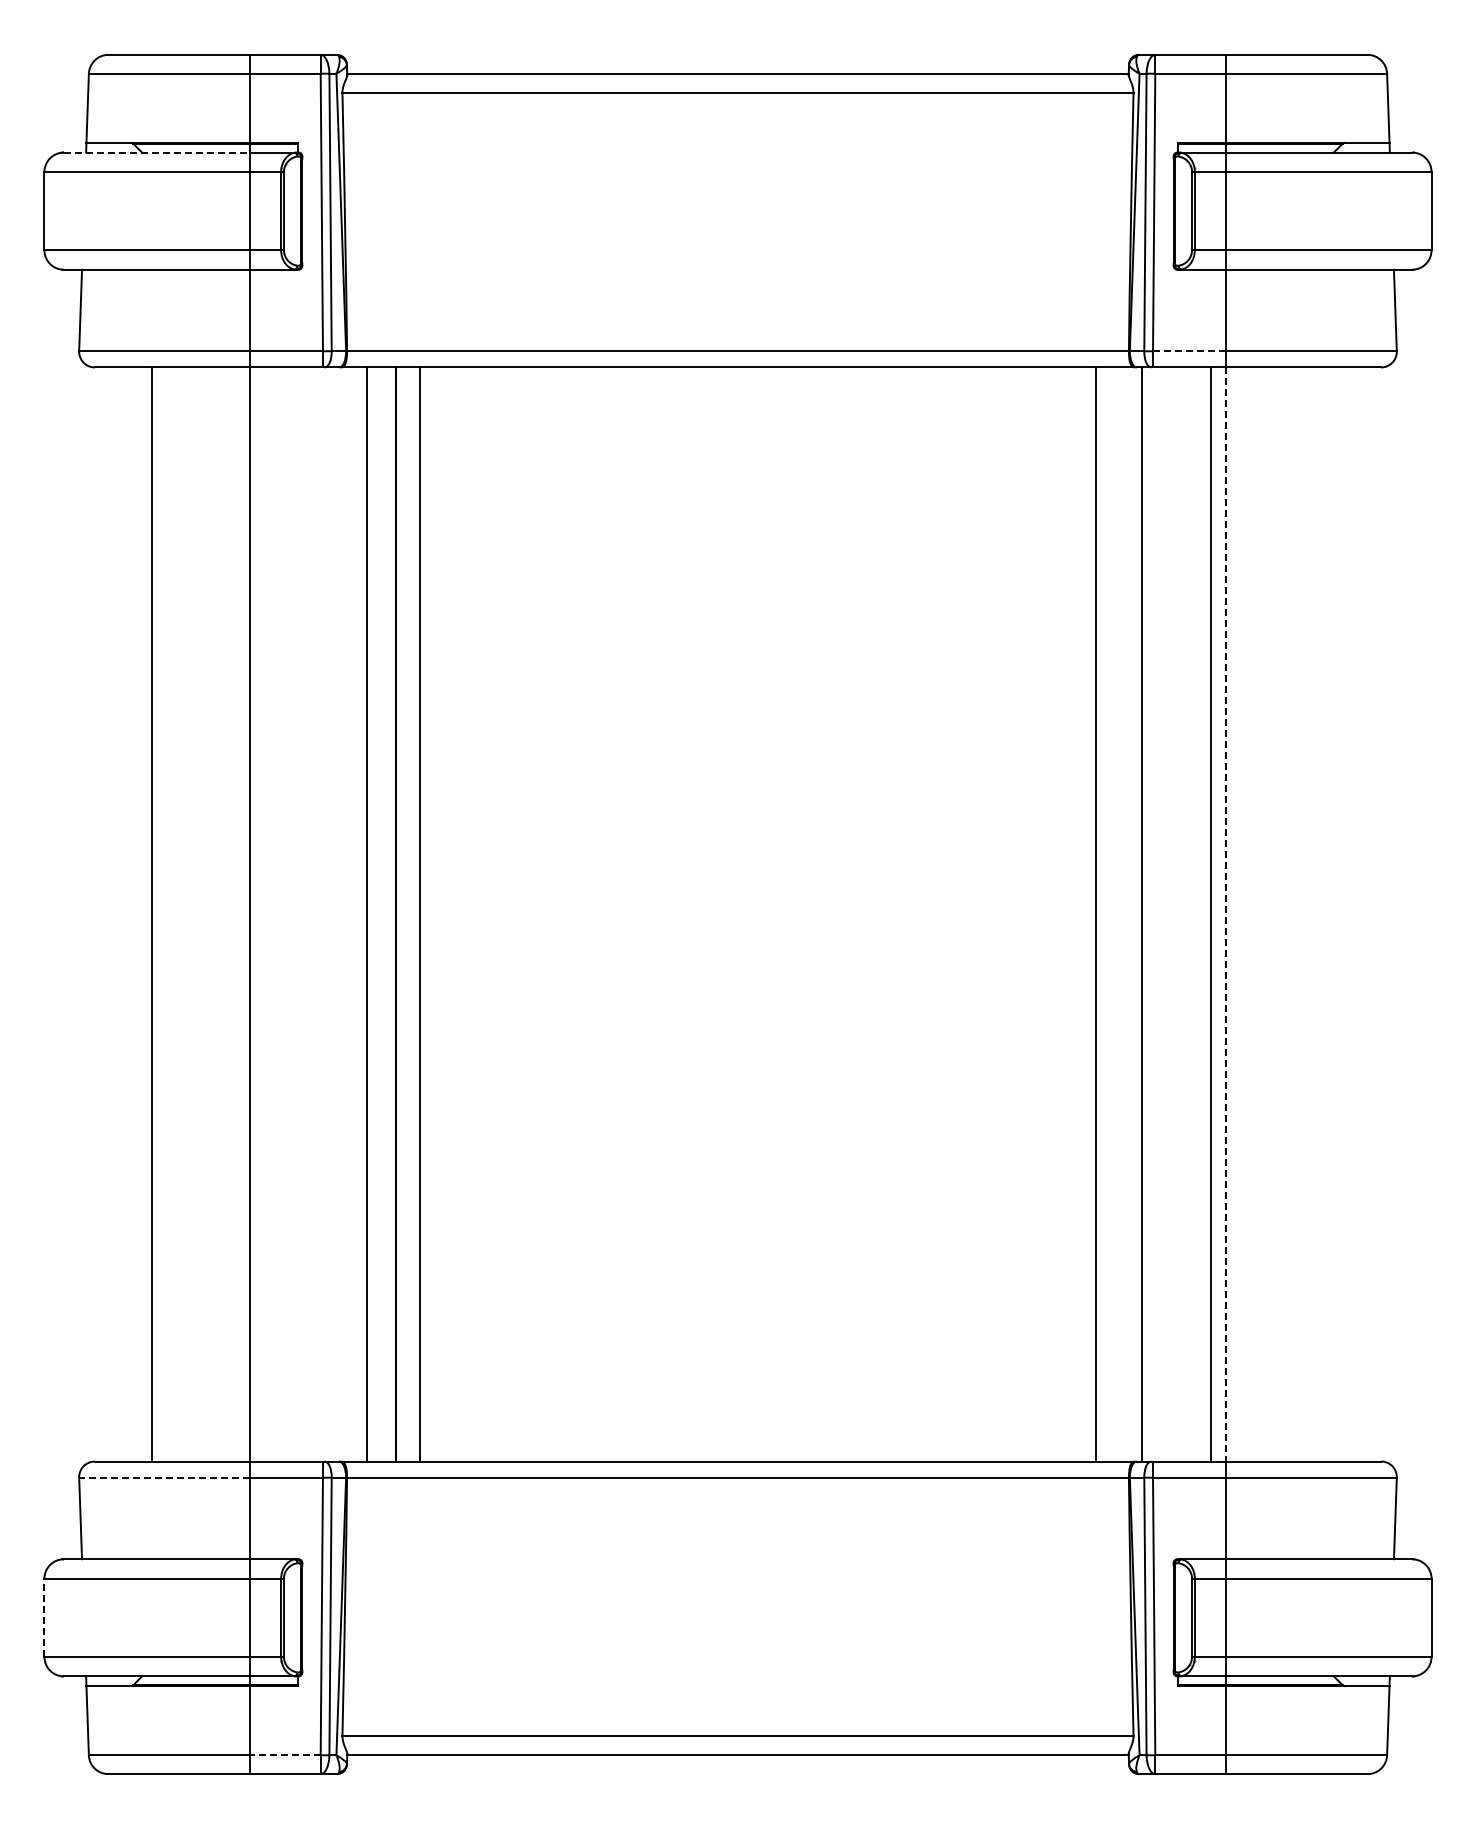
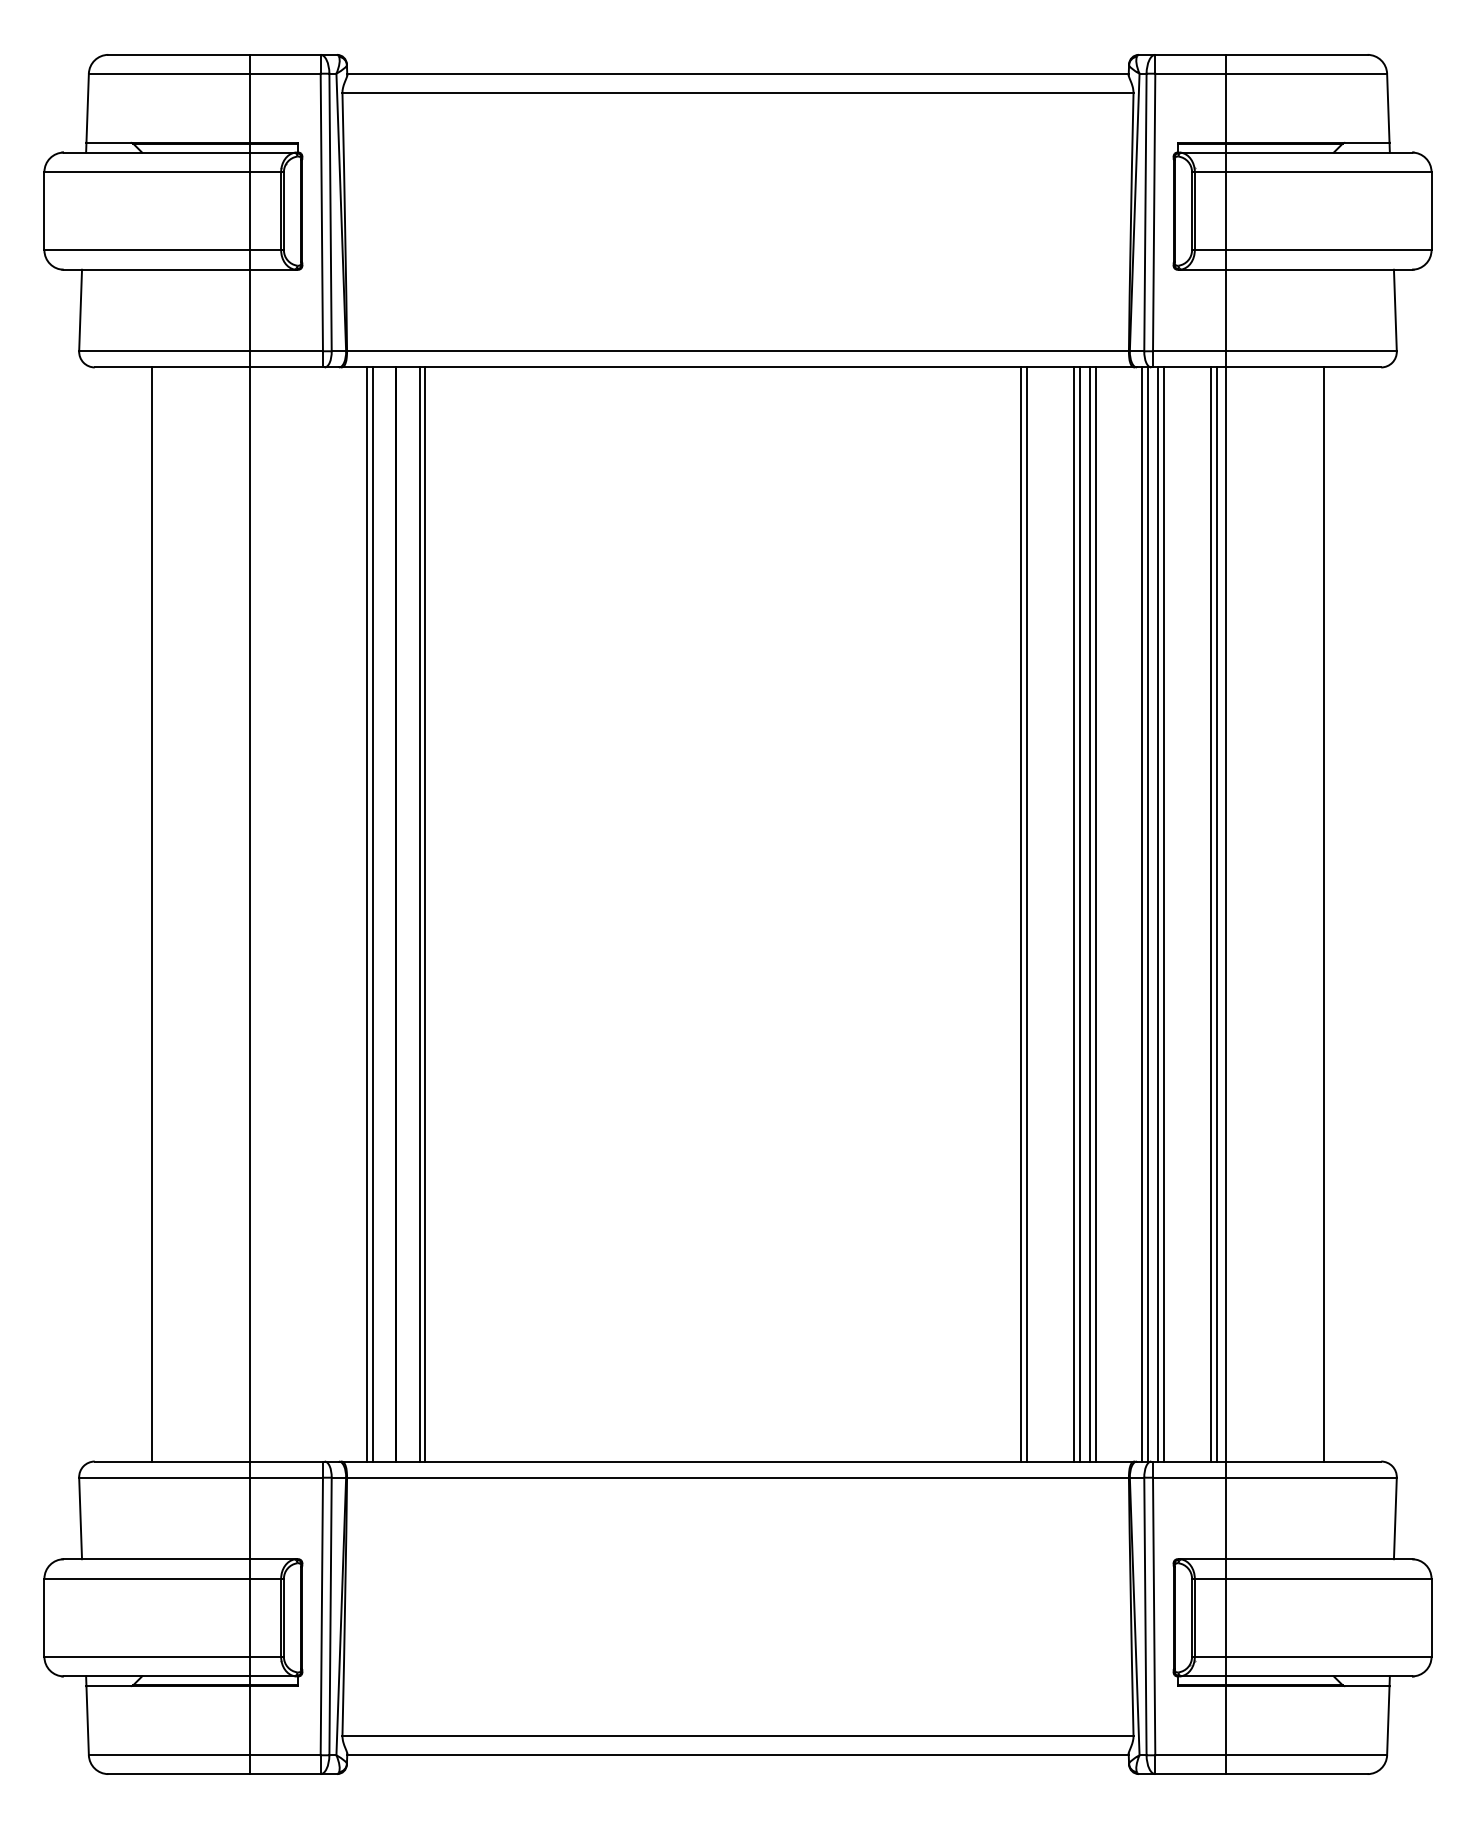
line at (156, 152): dashed -> solid
line at (1189, 351): dashed -> solid
line at (372, 914): none -> present
line at (425, 914): none -> present
line at (1021, 914): none -> present
line at (1027, 914): none -> present
line at (1074, 914): none -> present
line at (1079, 914): none -> present
line at (1089, 914): none -> present
line at (1148, 914): none -> present
line at (1158, 914): none -> present
line at (1163, 914): none -> present
line at (1216, 914): none -> present
line at (1226, 914): dashed -> solid
line at (1324, 914): none -> present
line at (163, 1477): dashed -> solid
line at (44, 1617): dashed -> solid
line at (285, 1755): dashed -> solid
